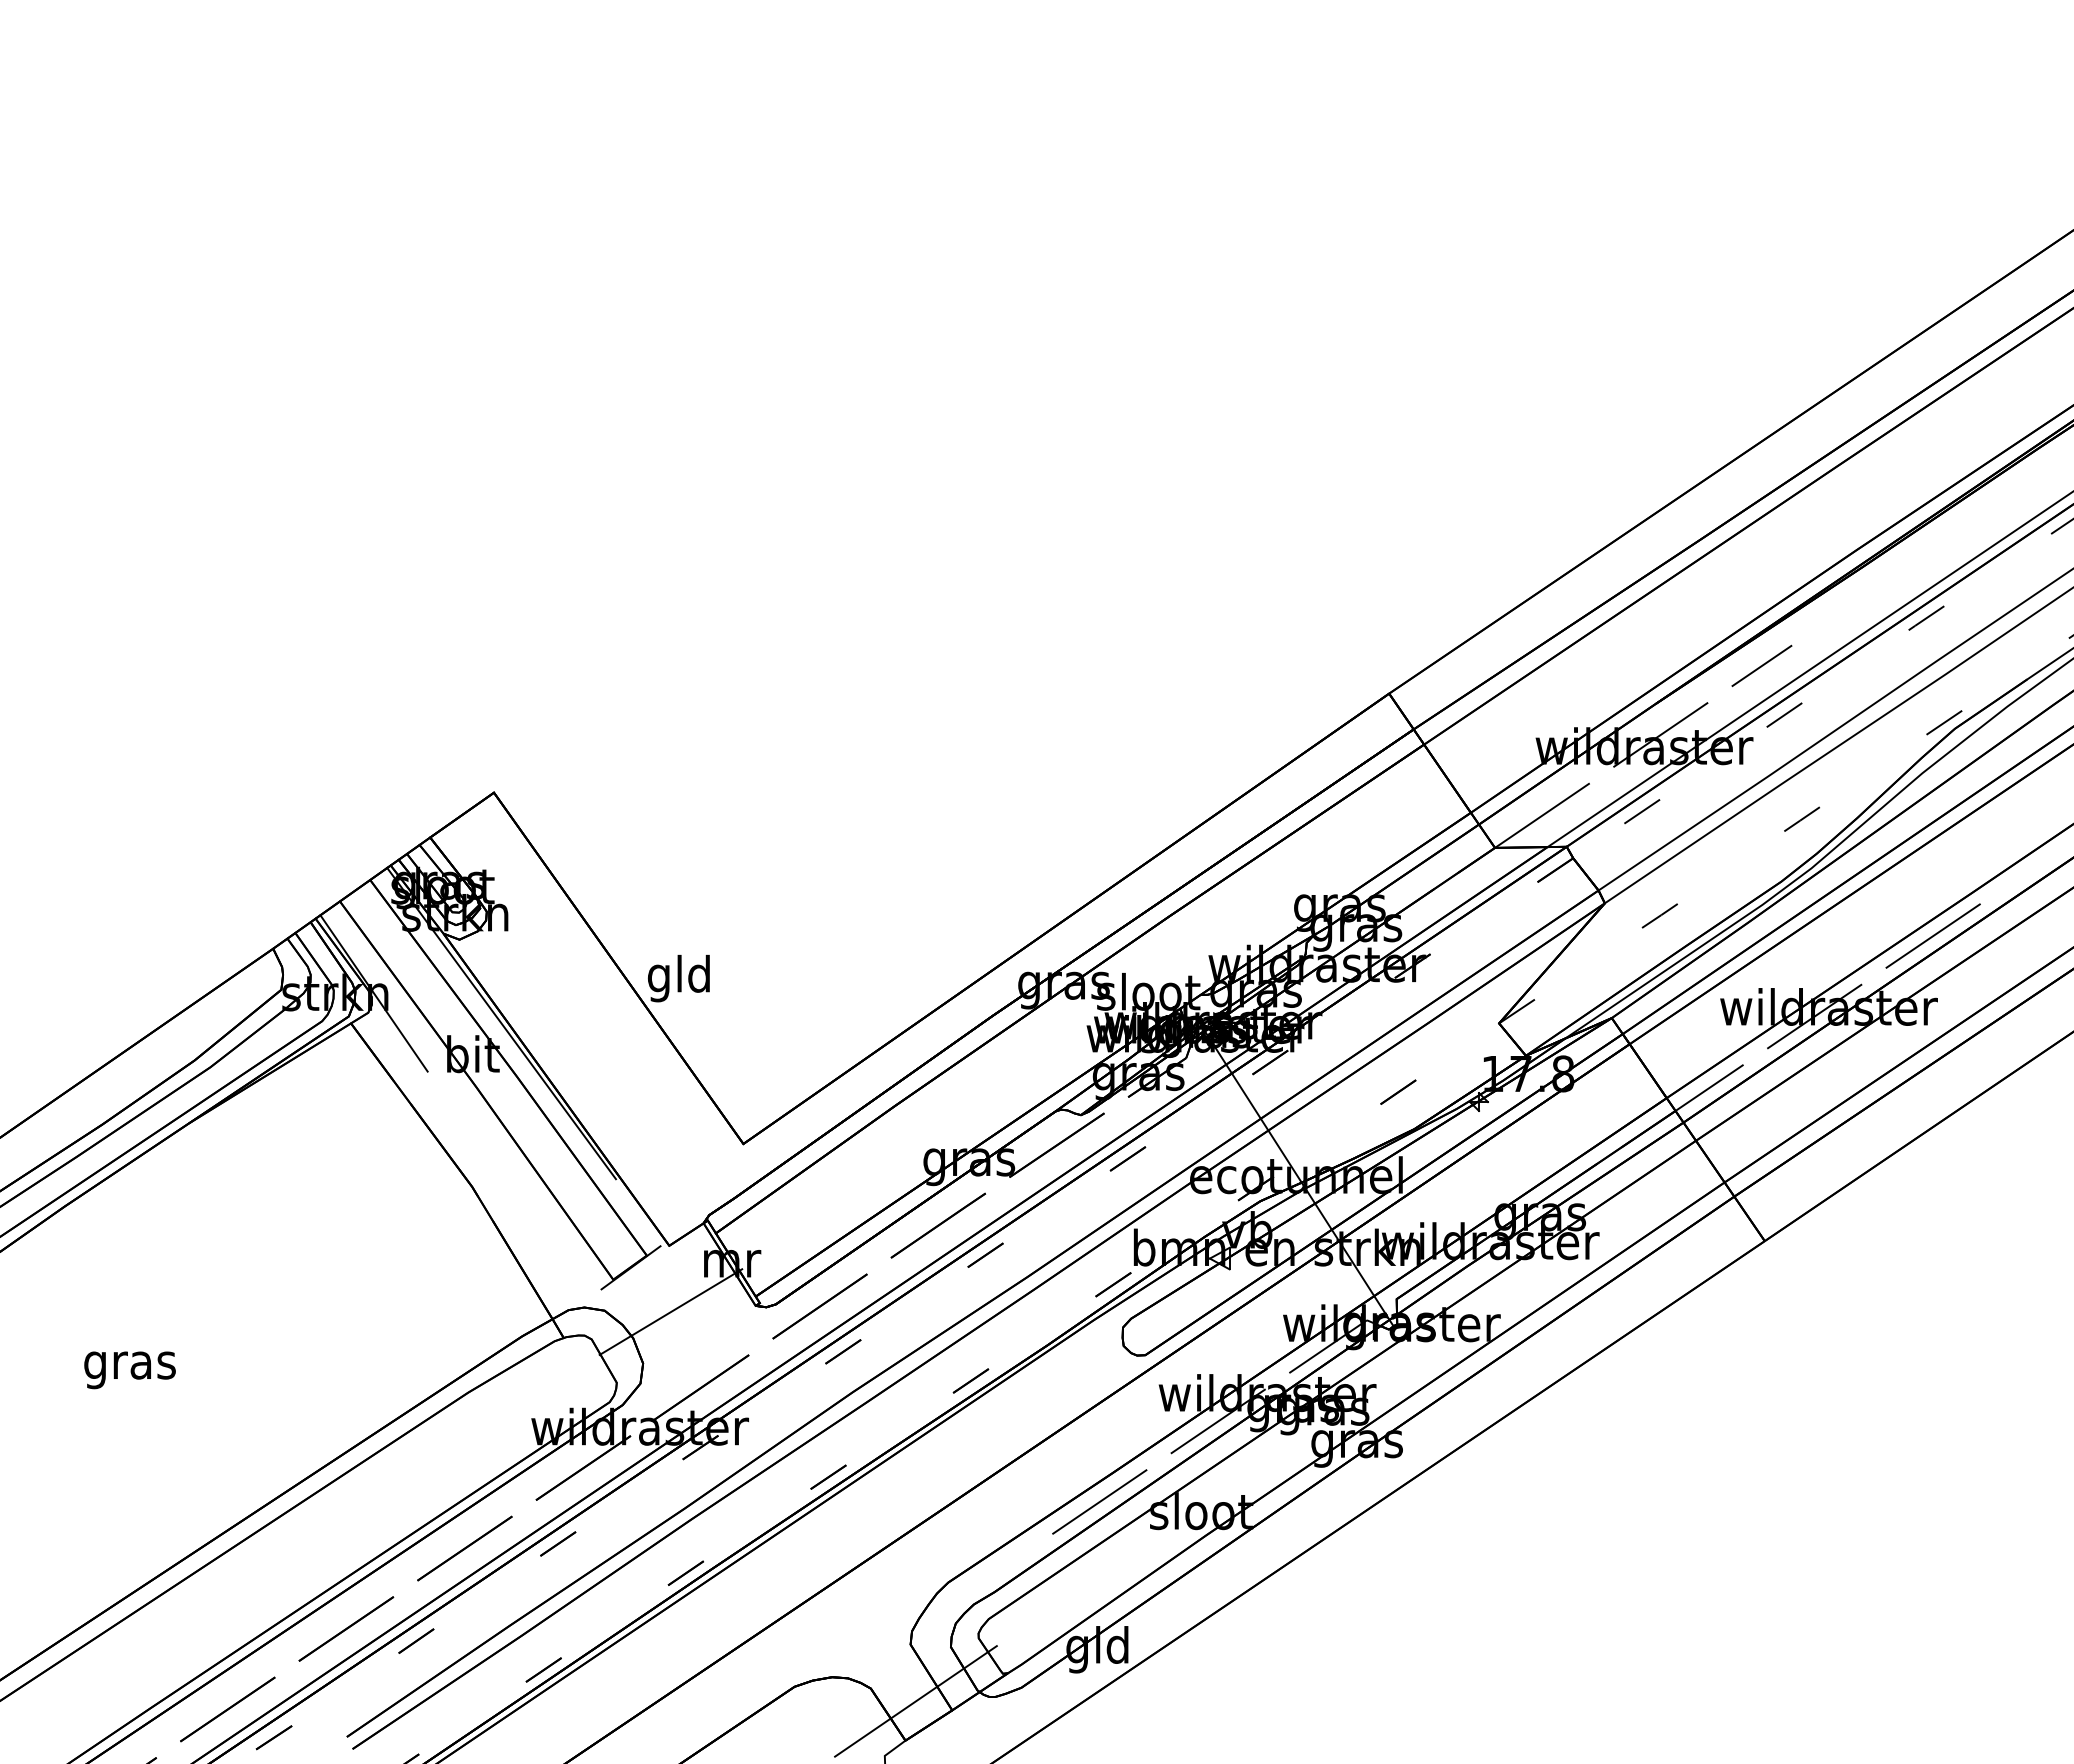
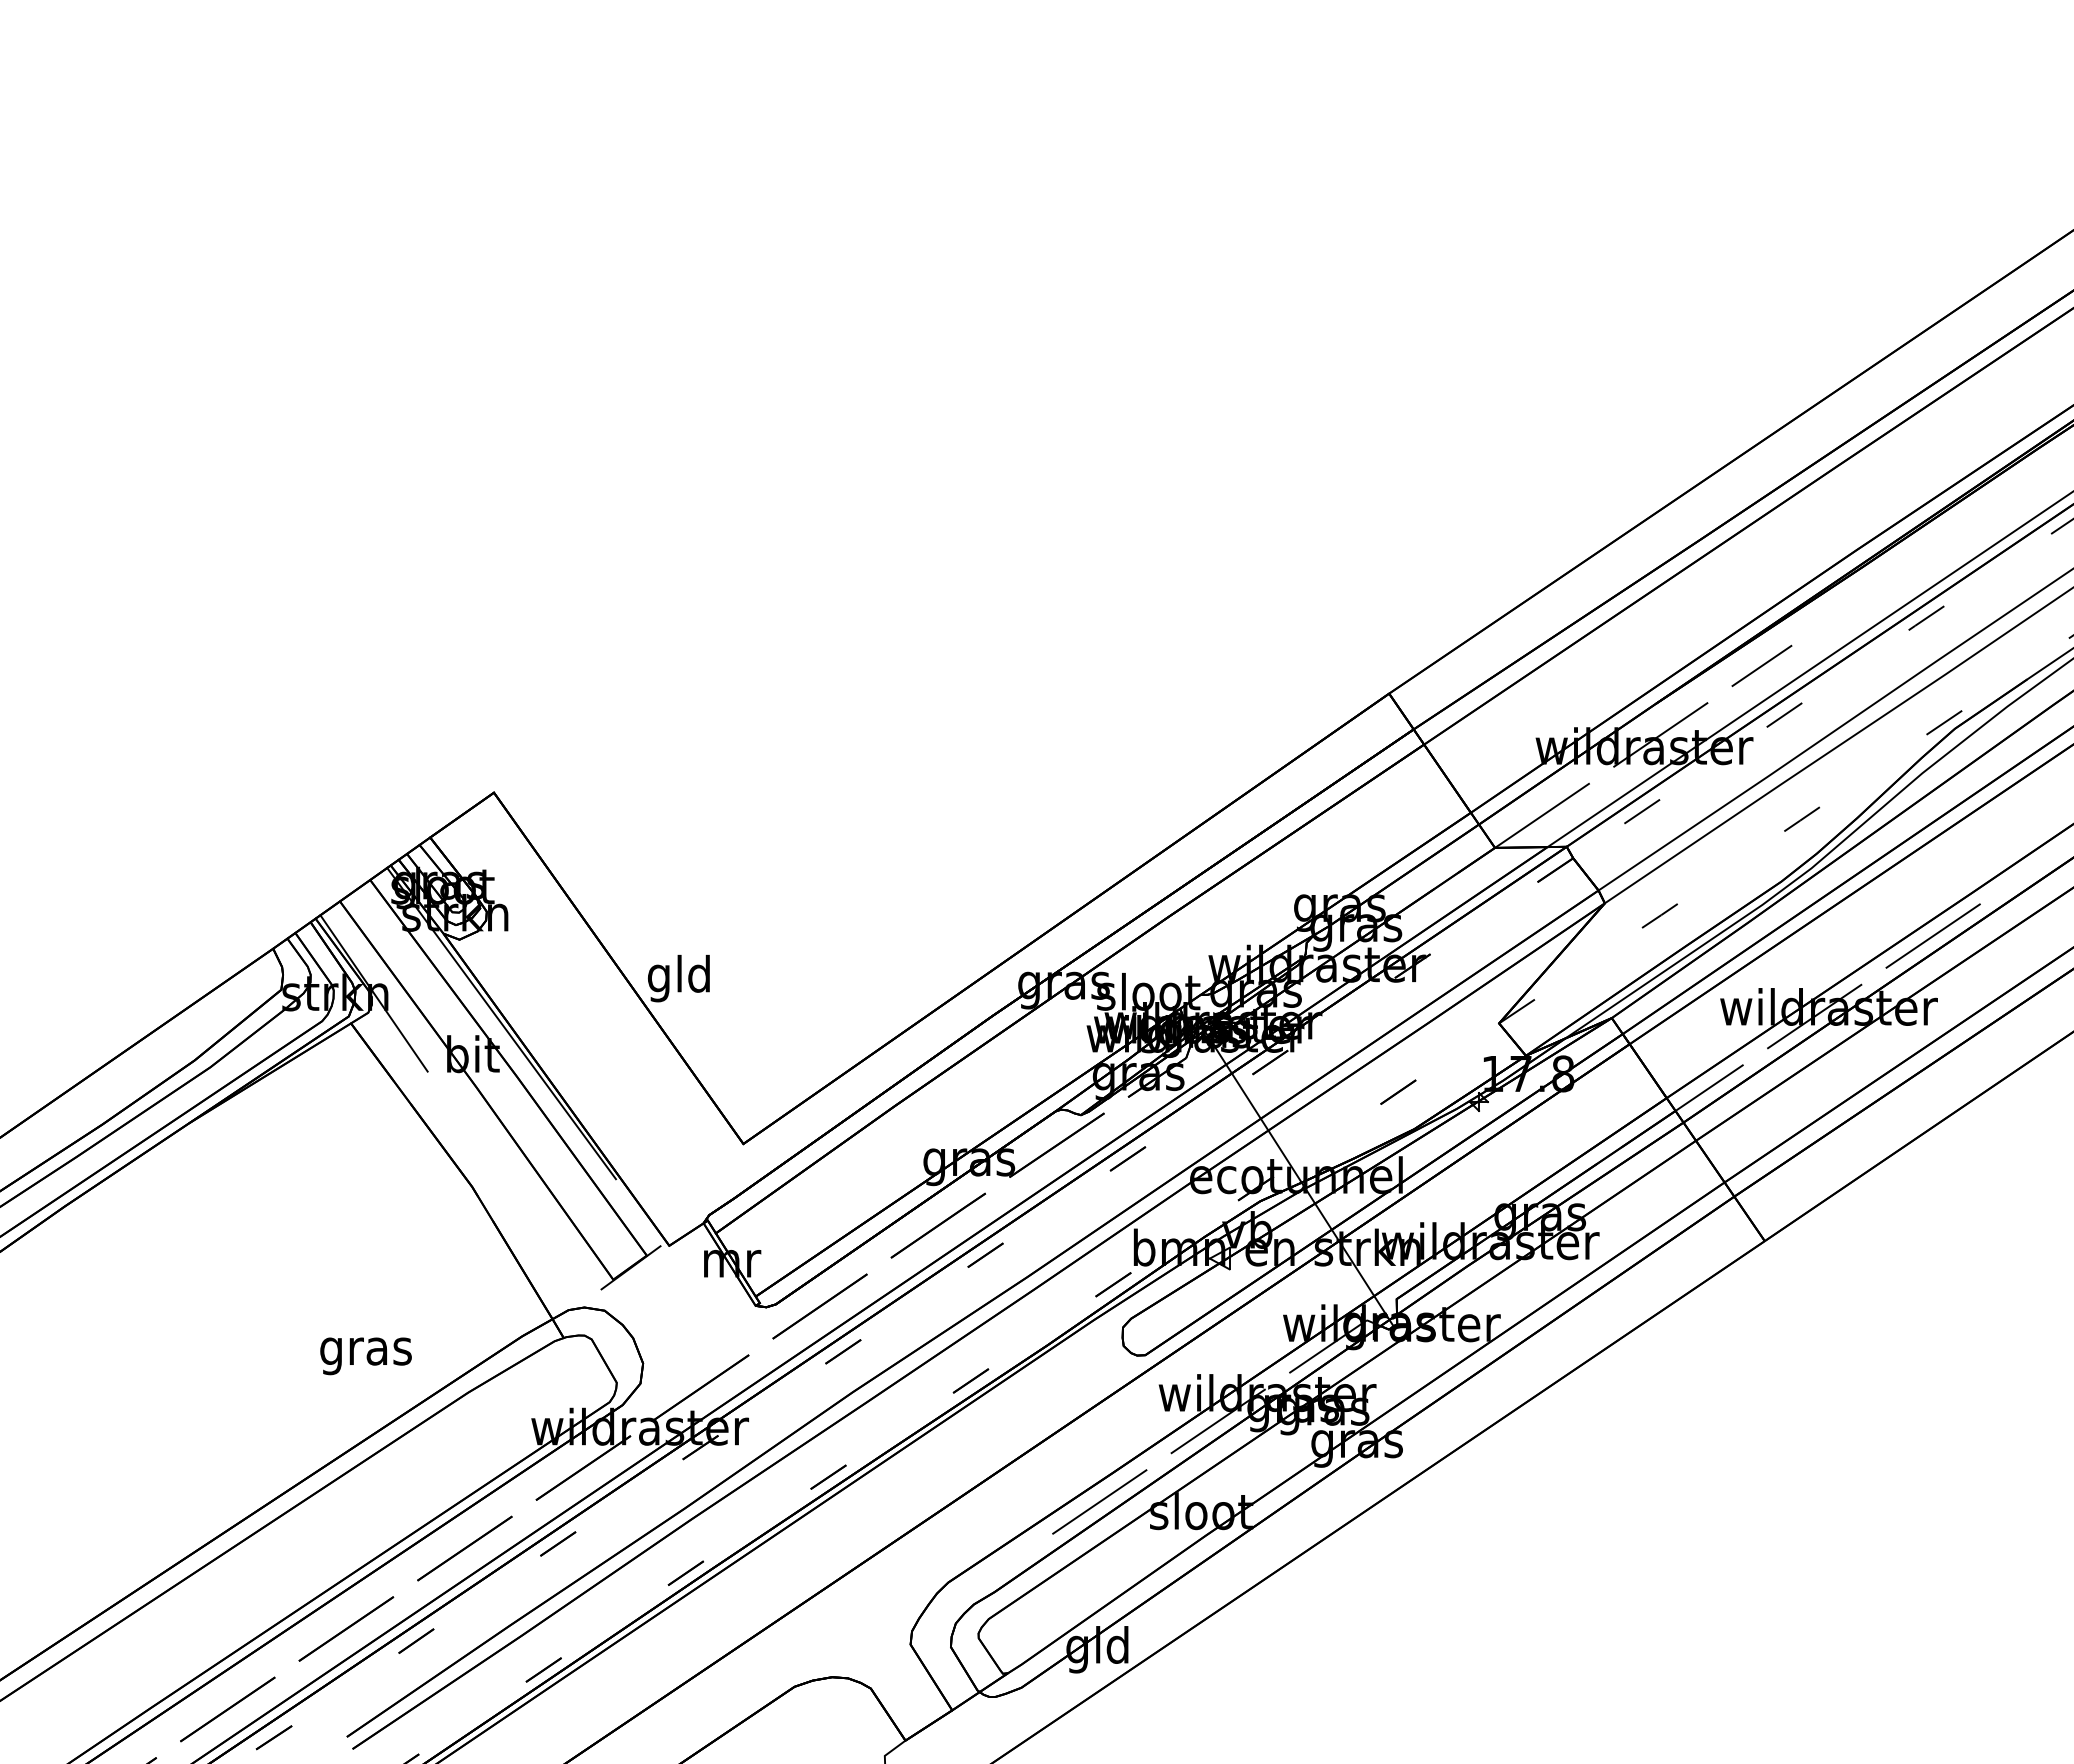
line at (670, 1311): present -> none
text at (129, 1370) position: (129, 1370) -> (365, 1356)
line at (915, 1701): present -> none
